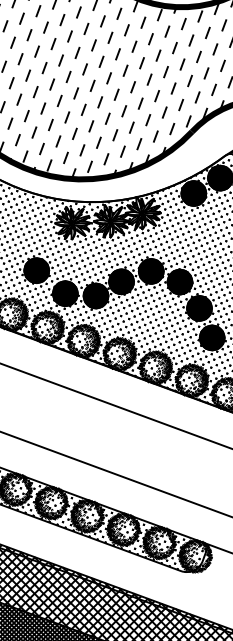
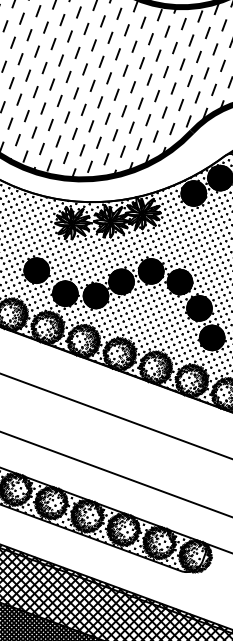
line at (115, 405) position: (115, 405) -> (115, 416)
